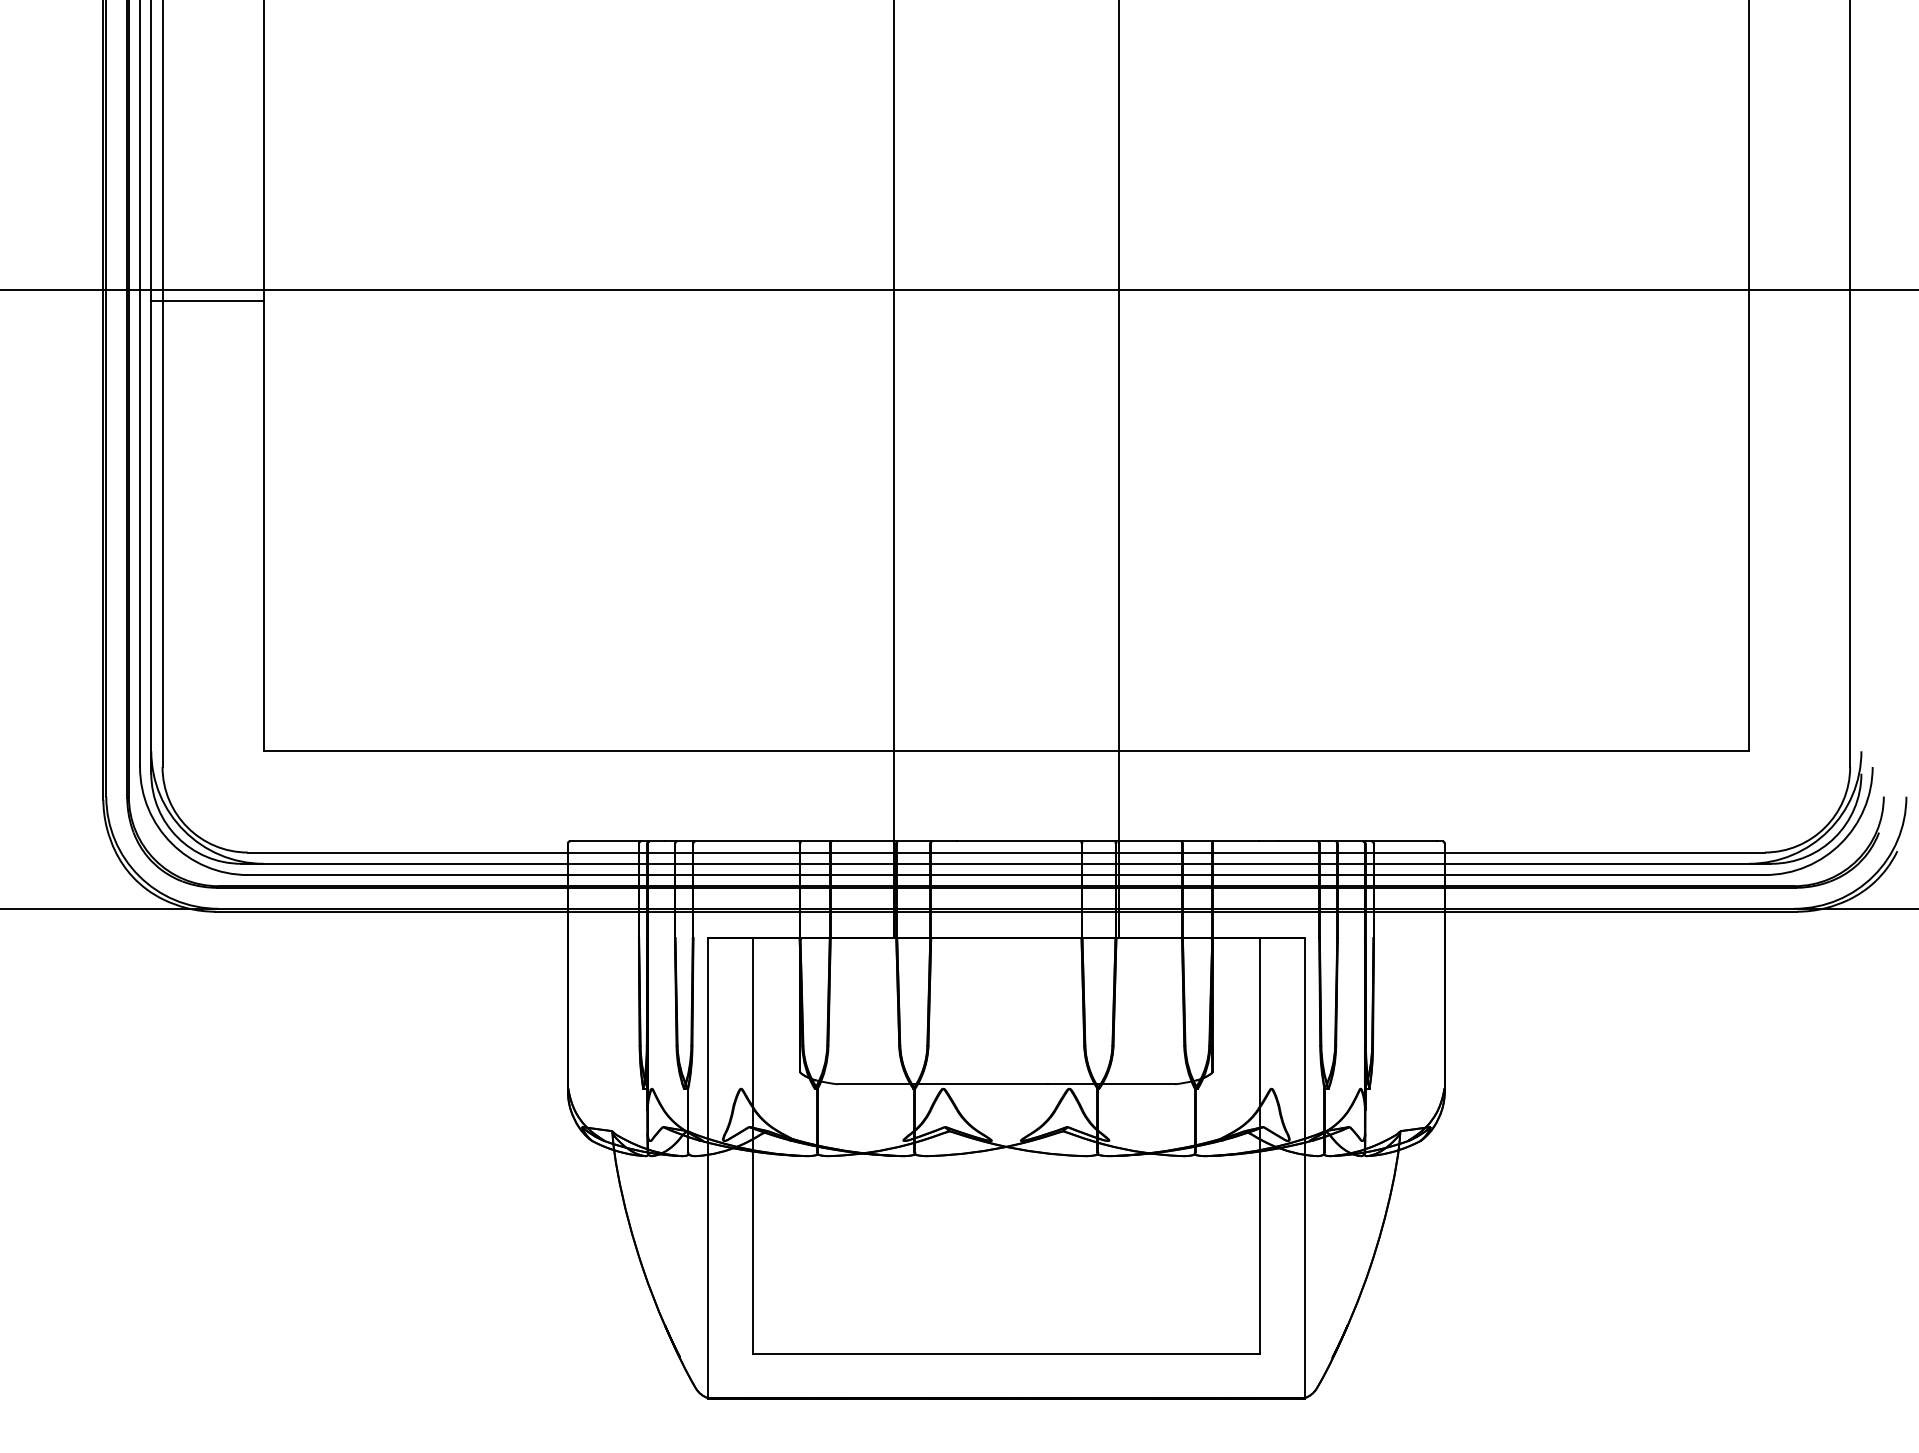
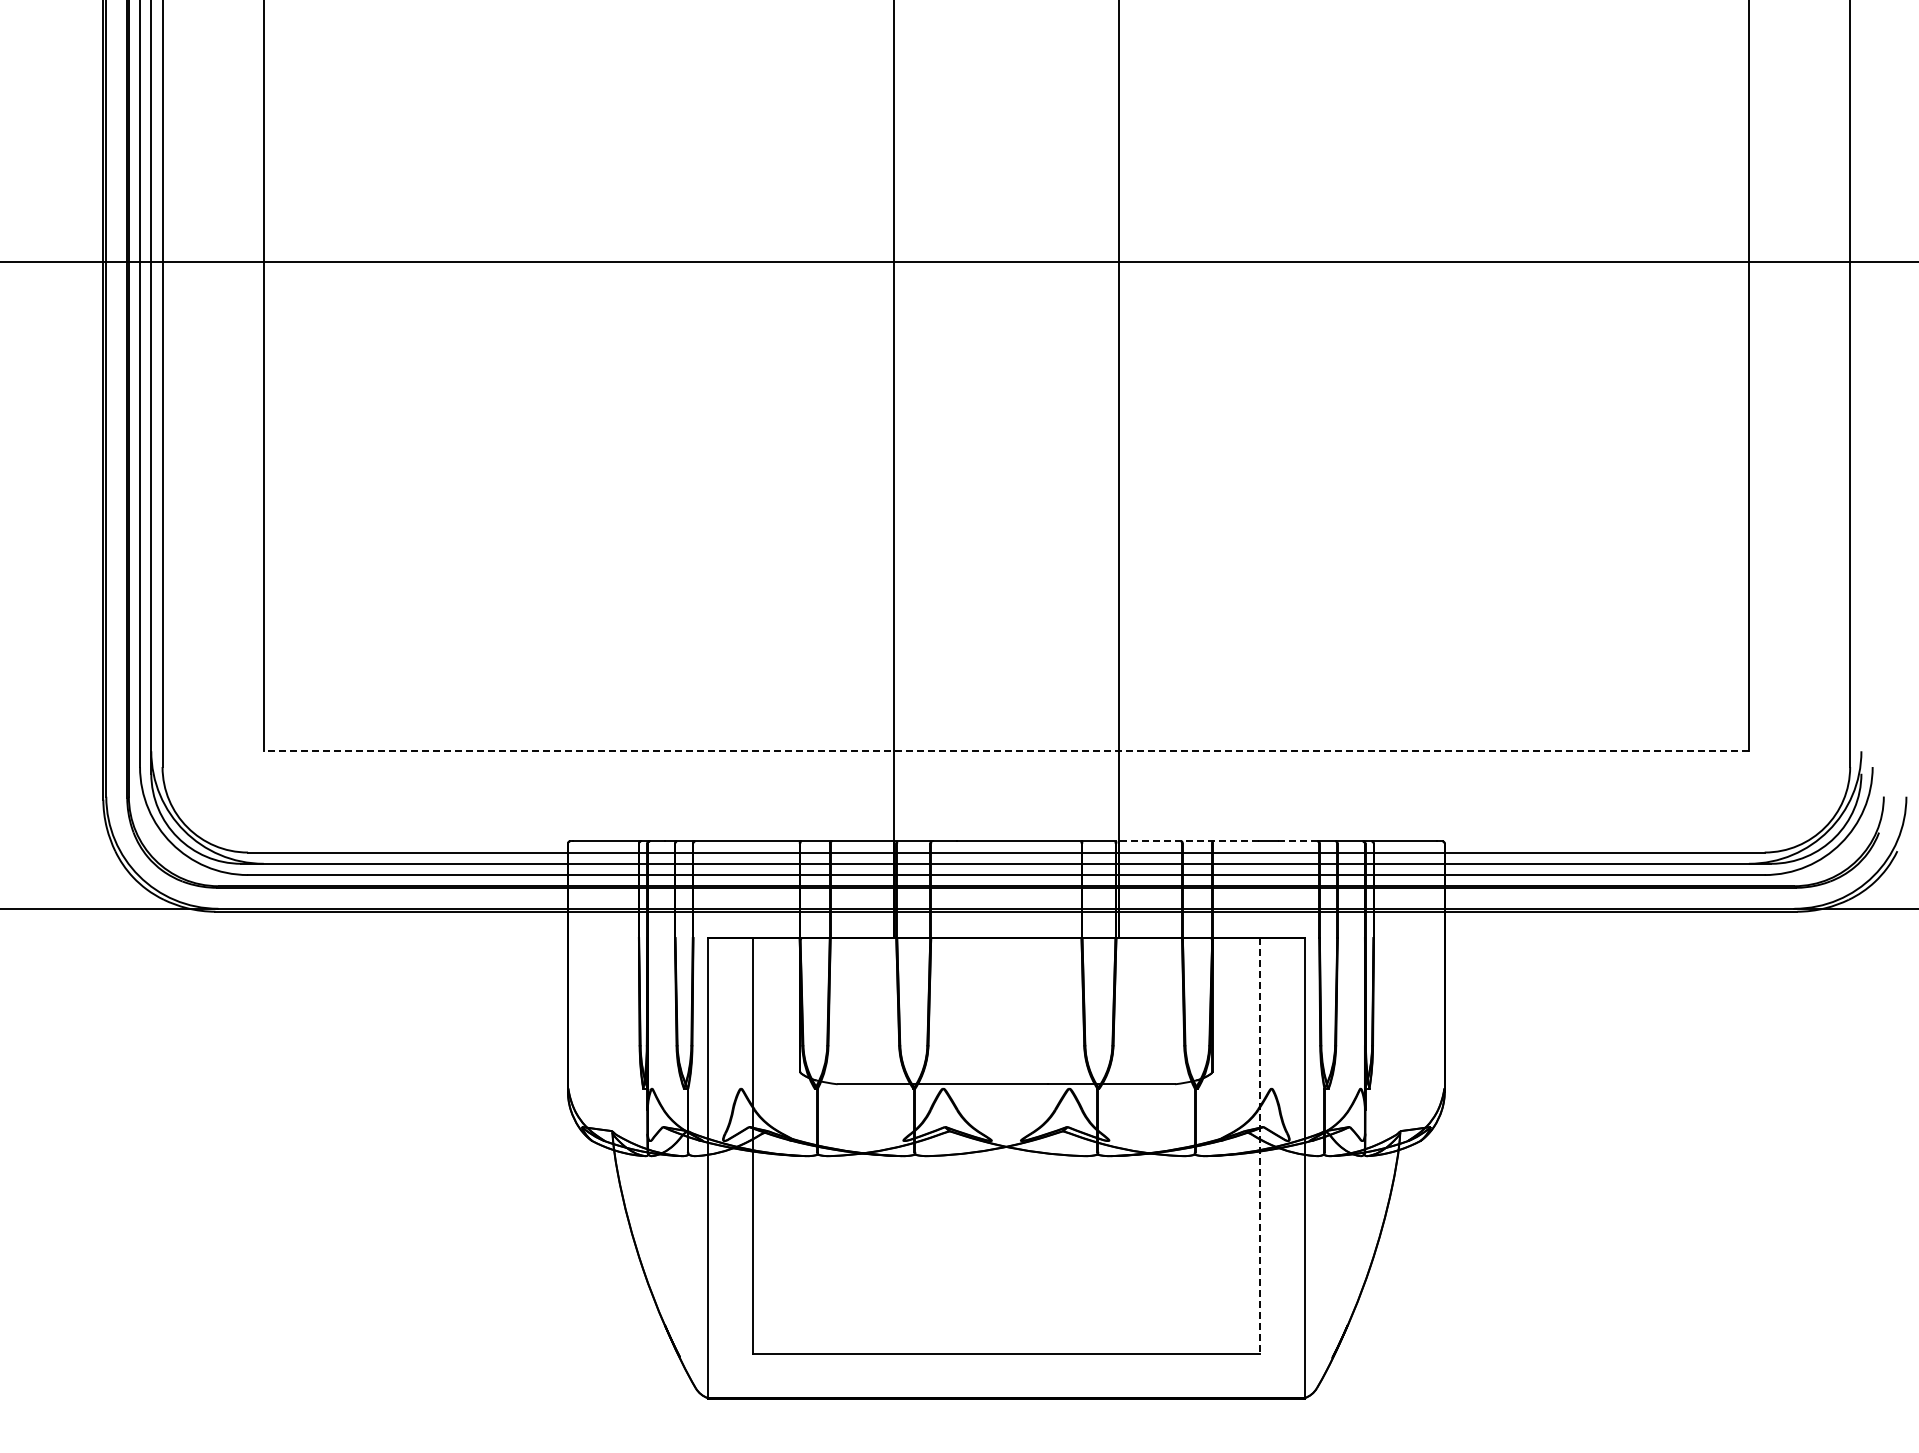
line at (958, 290) position: (958, 290) -> (958, 262)
line at (207, 301): present -> none
line at (1006, 751): solid -> dashed
line at (1186, 841): solid -> dashed
line at (1297, 841): solid -> dashed
line at (1259, 1146): solid -> dashed
